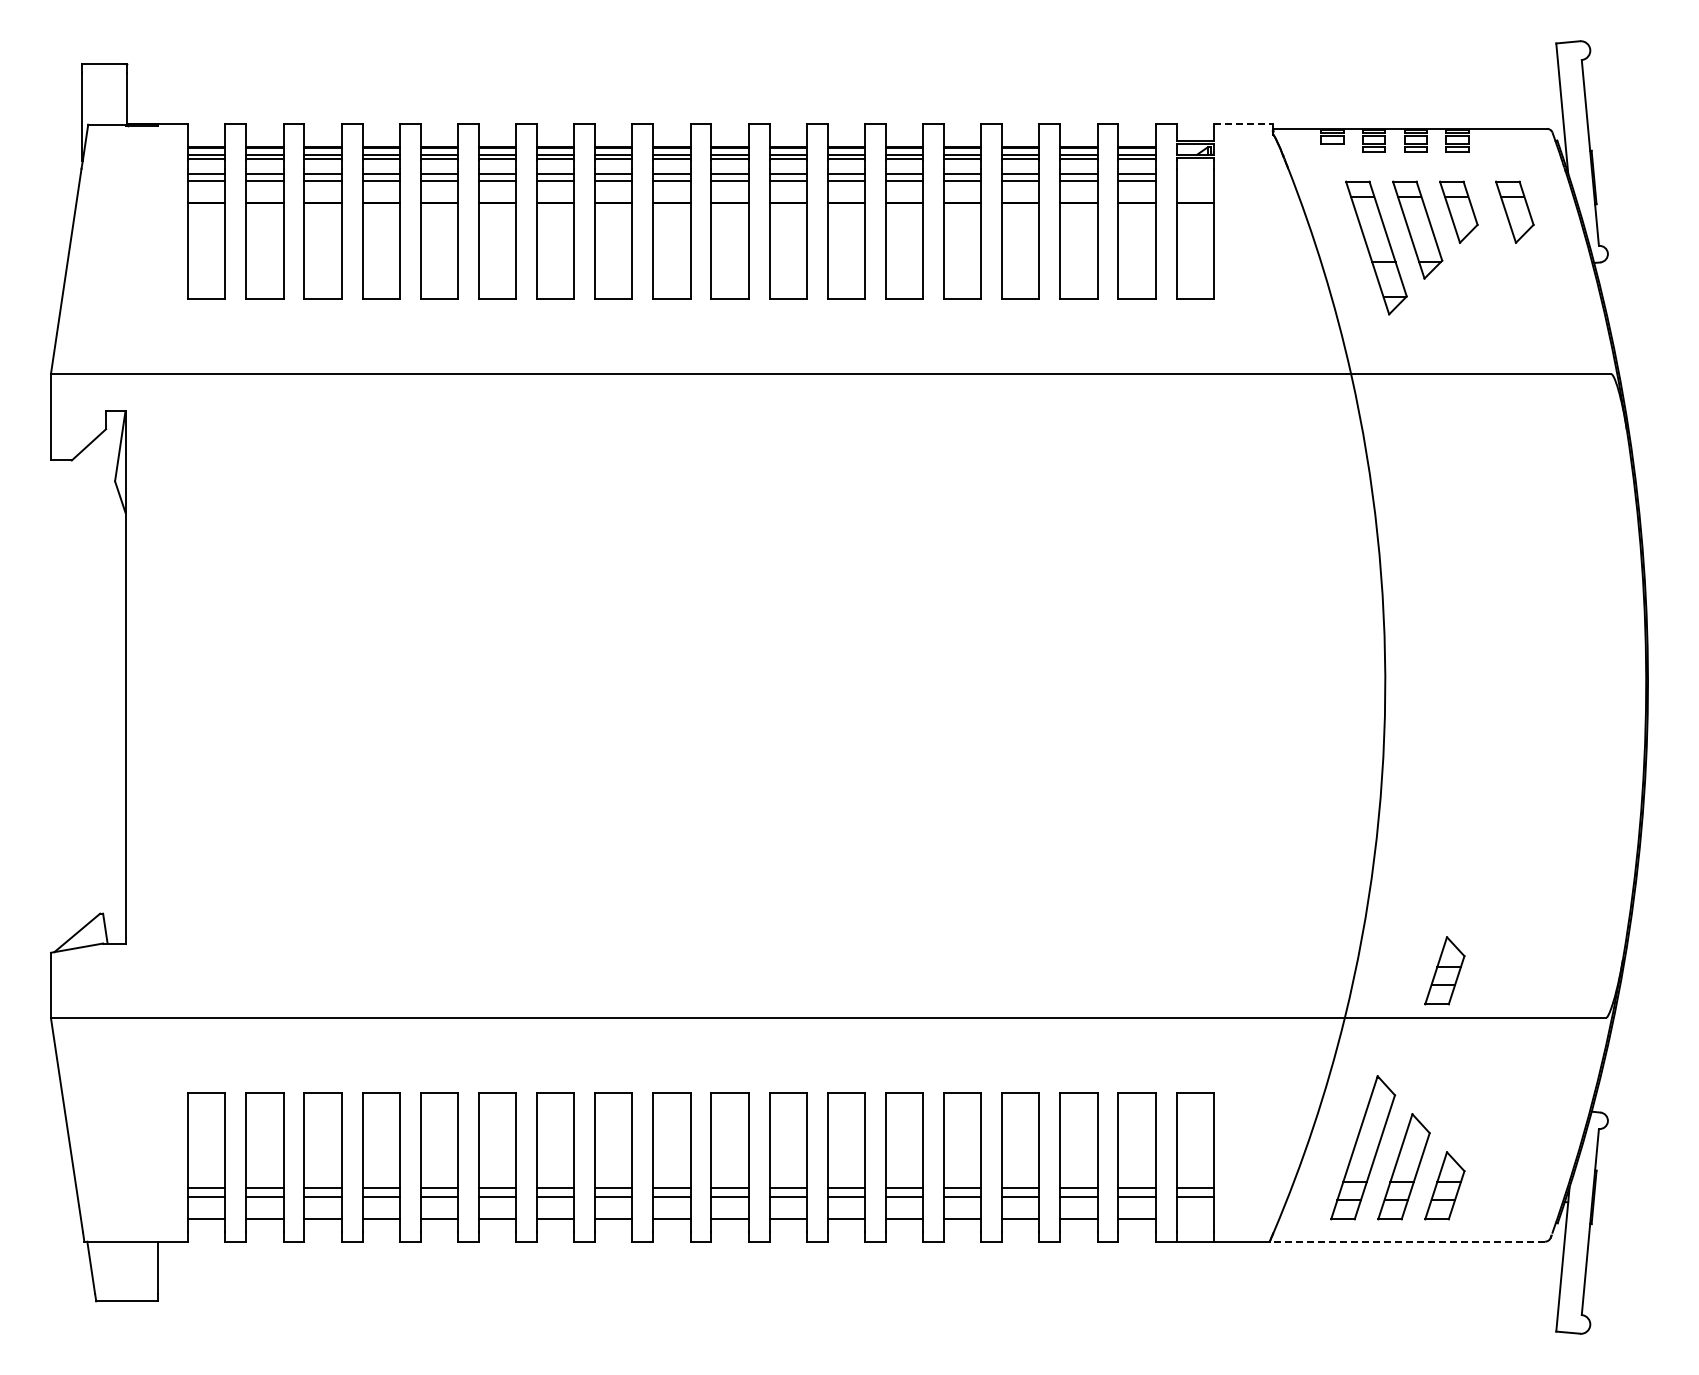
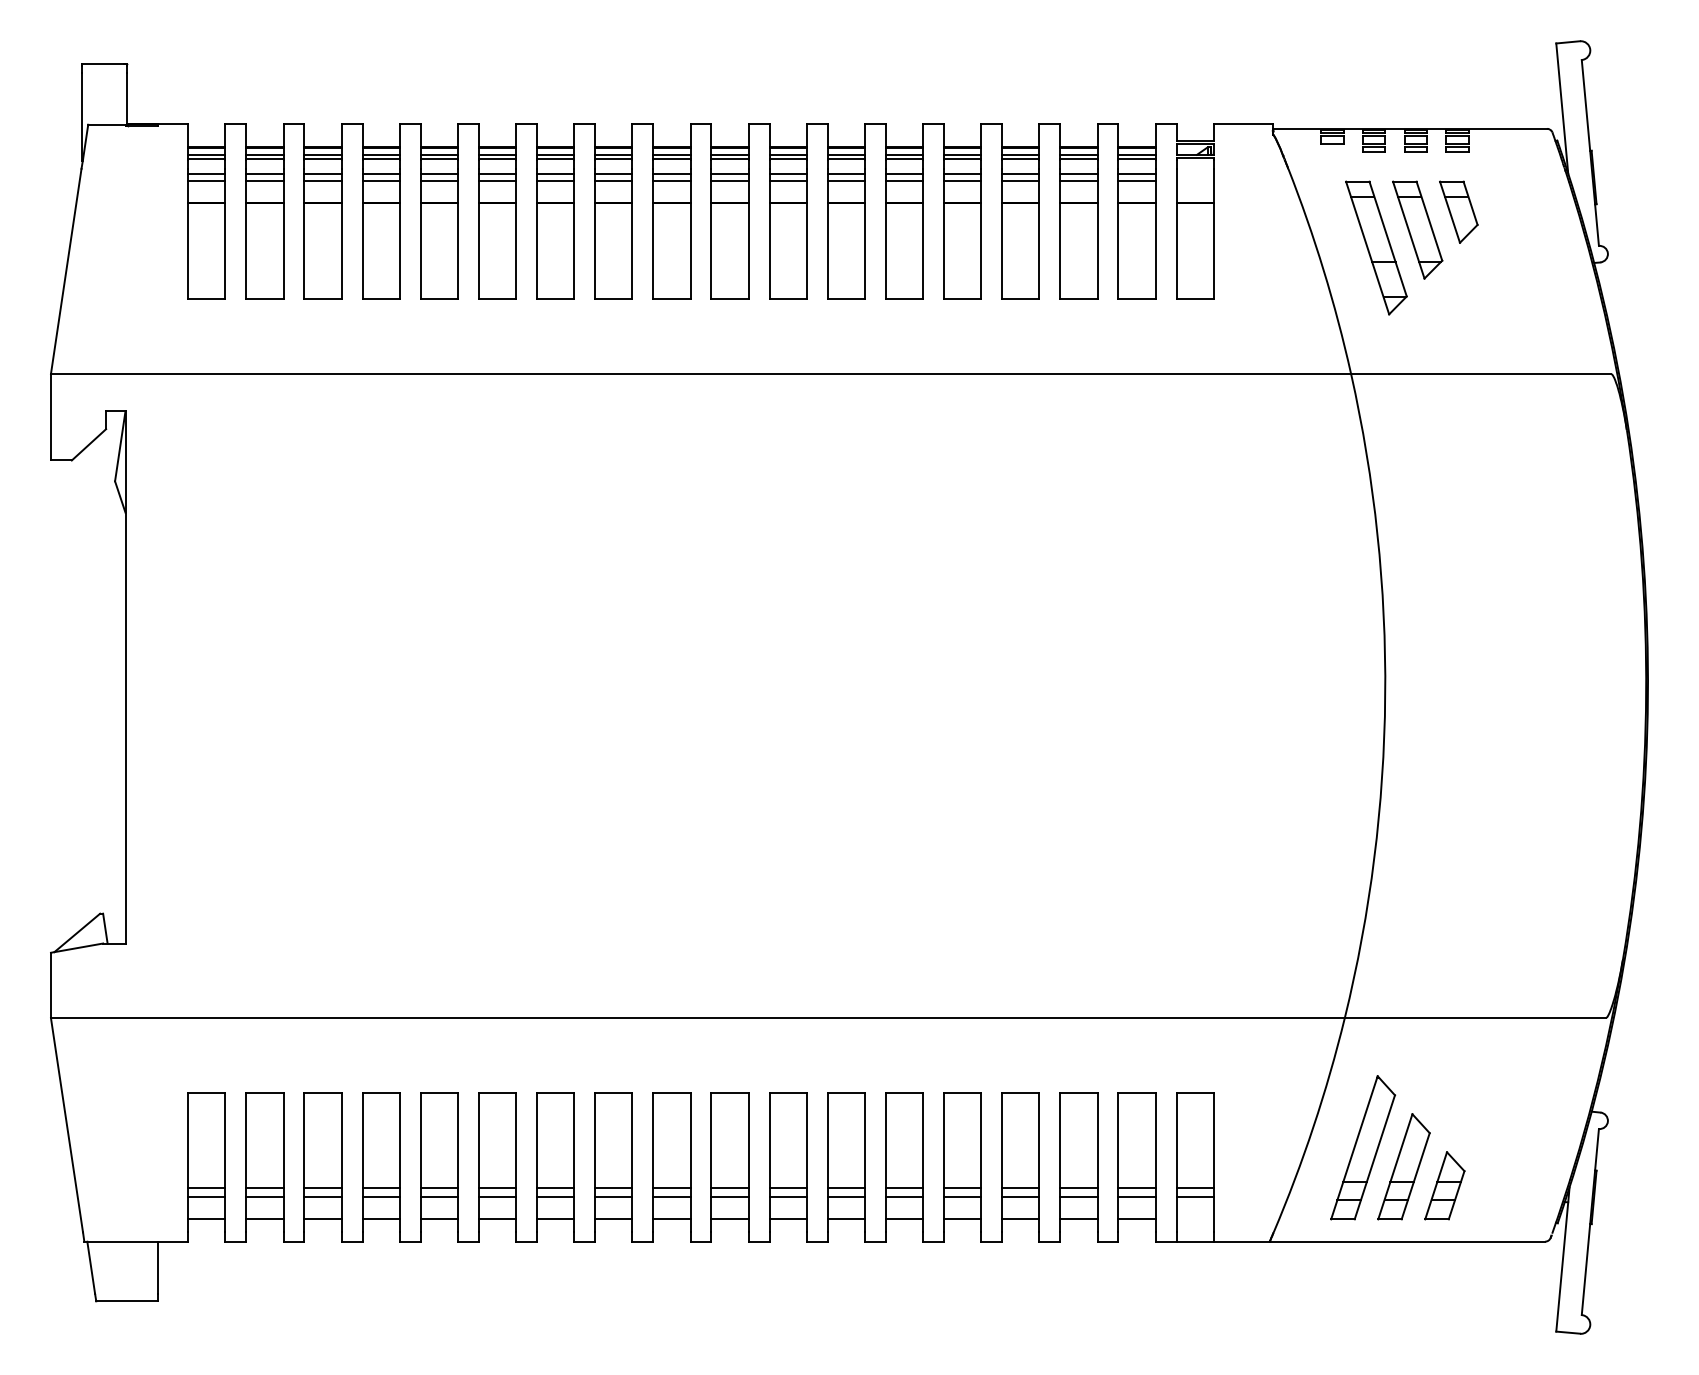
line at (1243, 123): dashed -> solid
part at (1514, 211): present -> none
part at (1444, 970): present -> none
line at (1407, 1241): dashed -> solid
